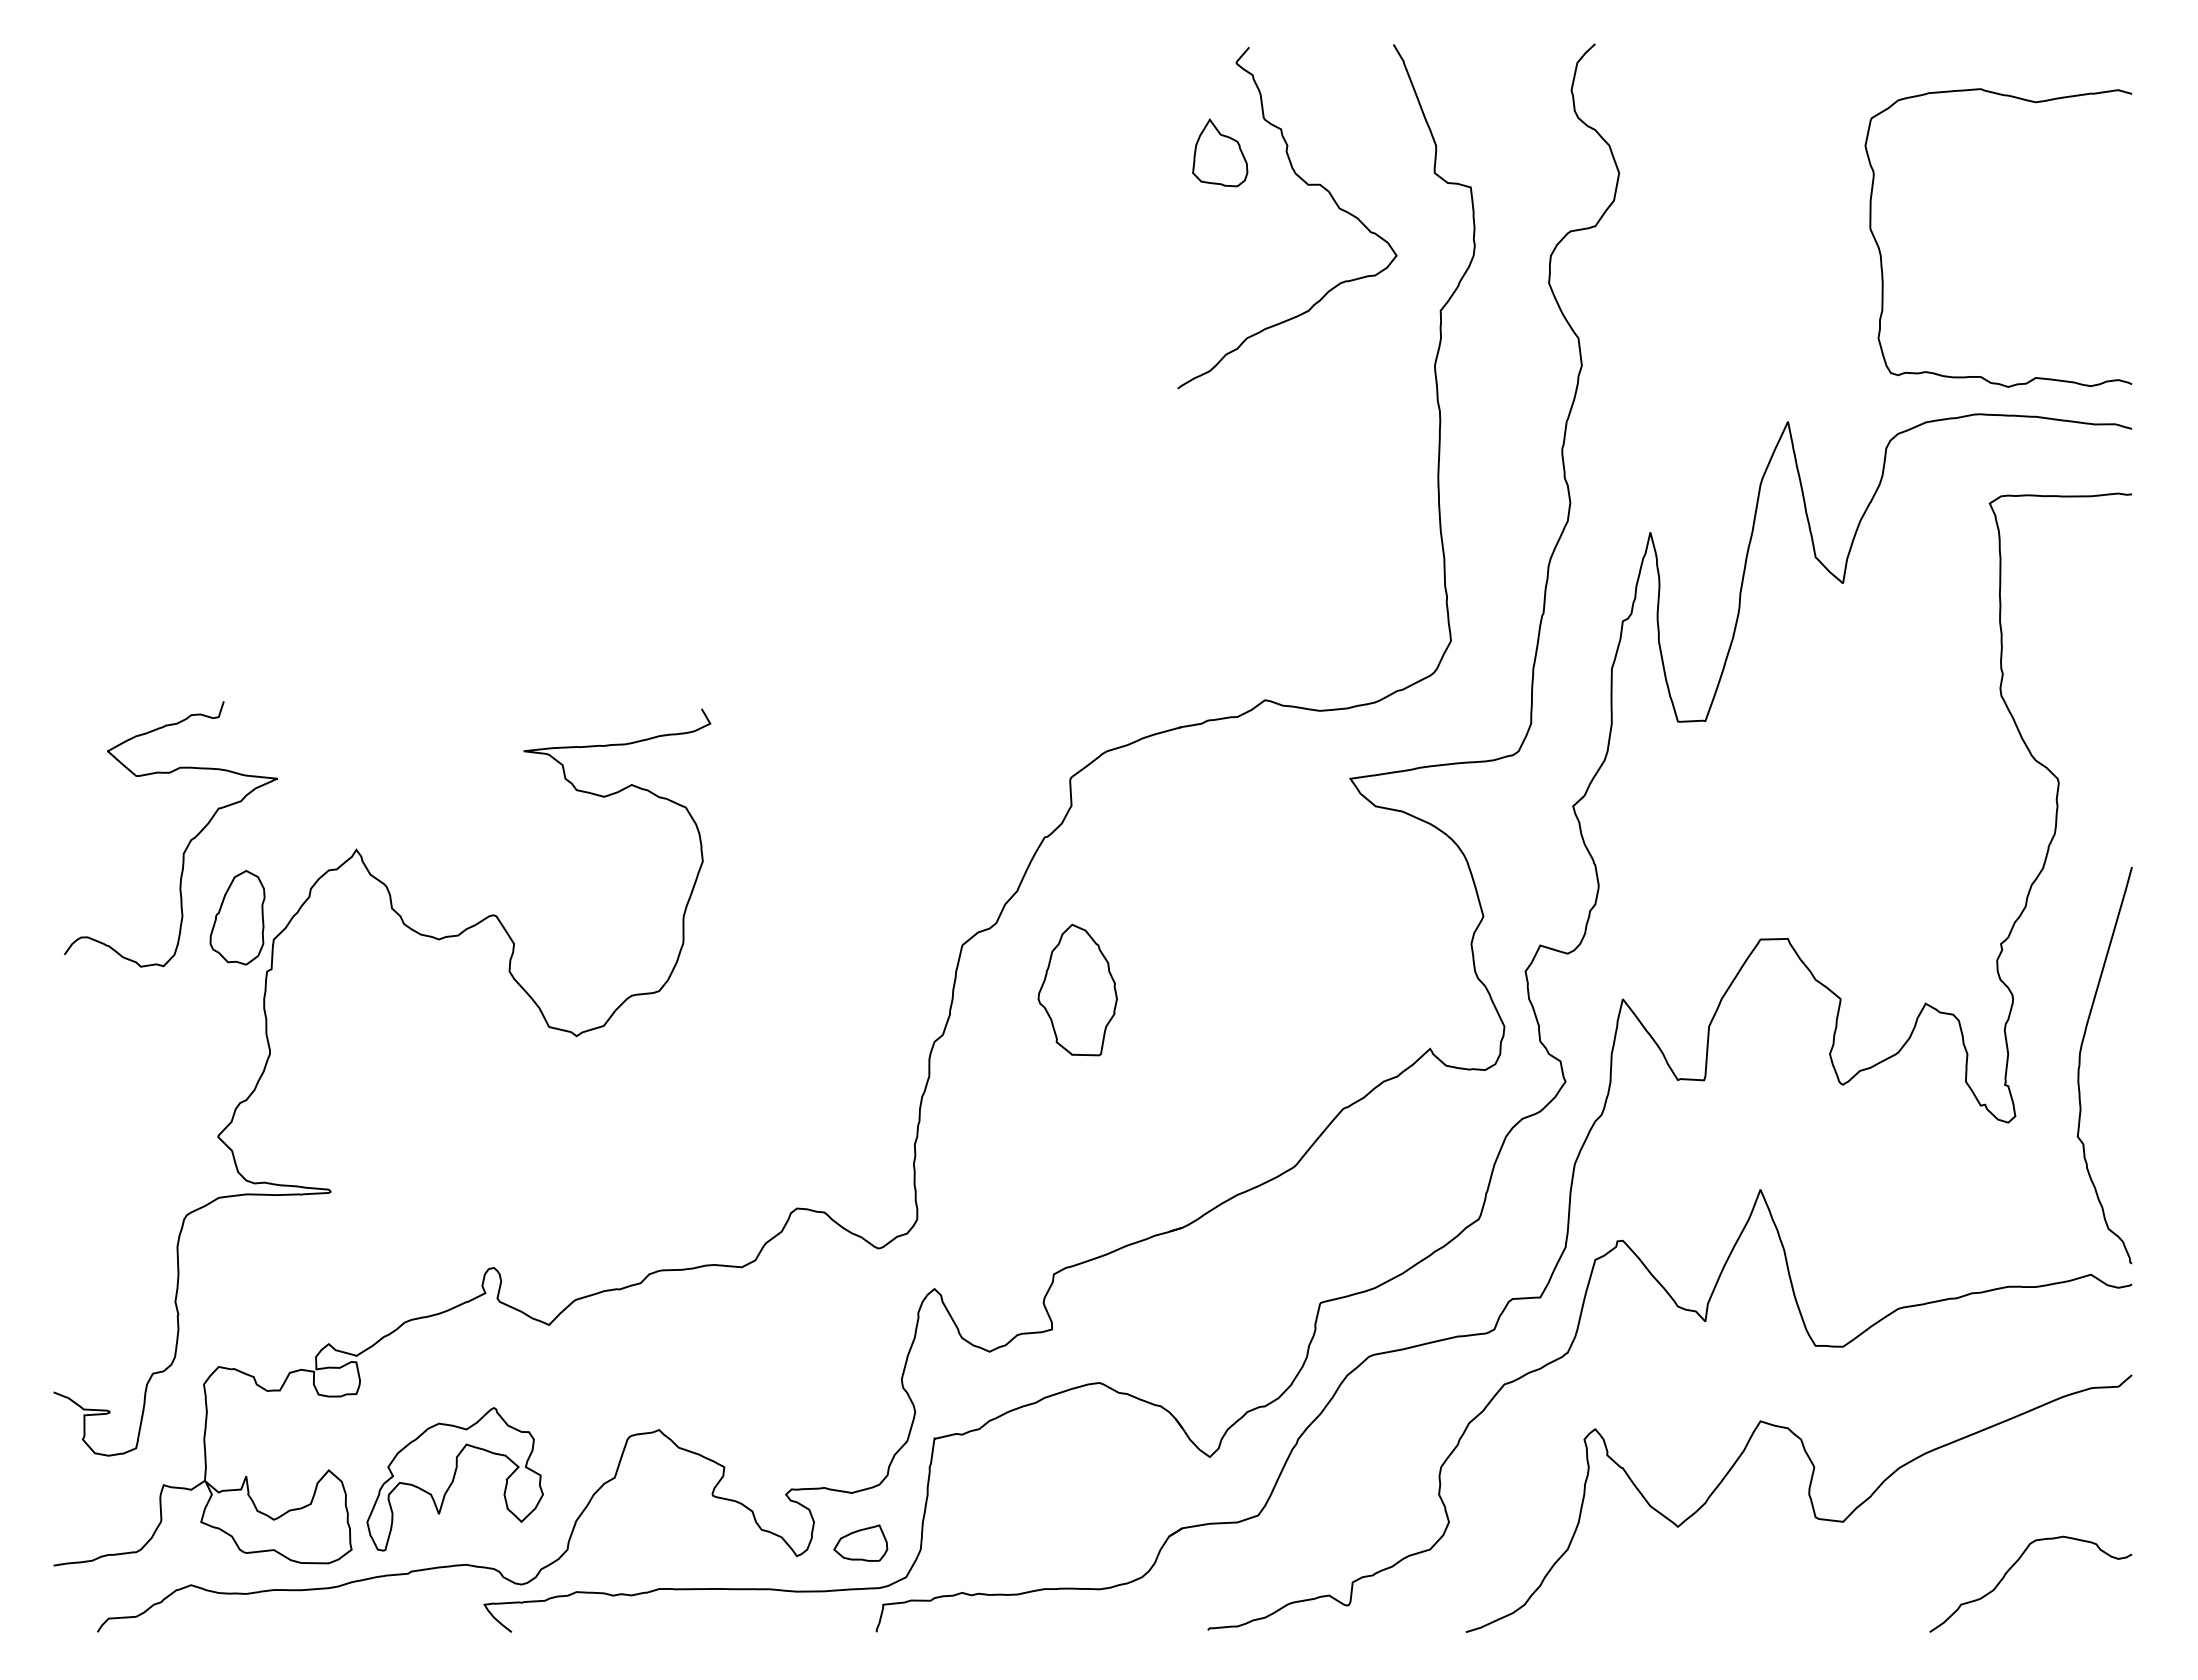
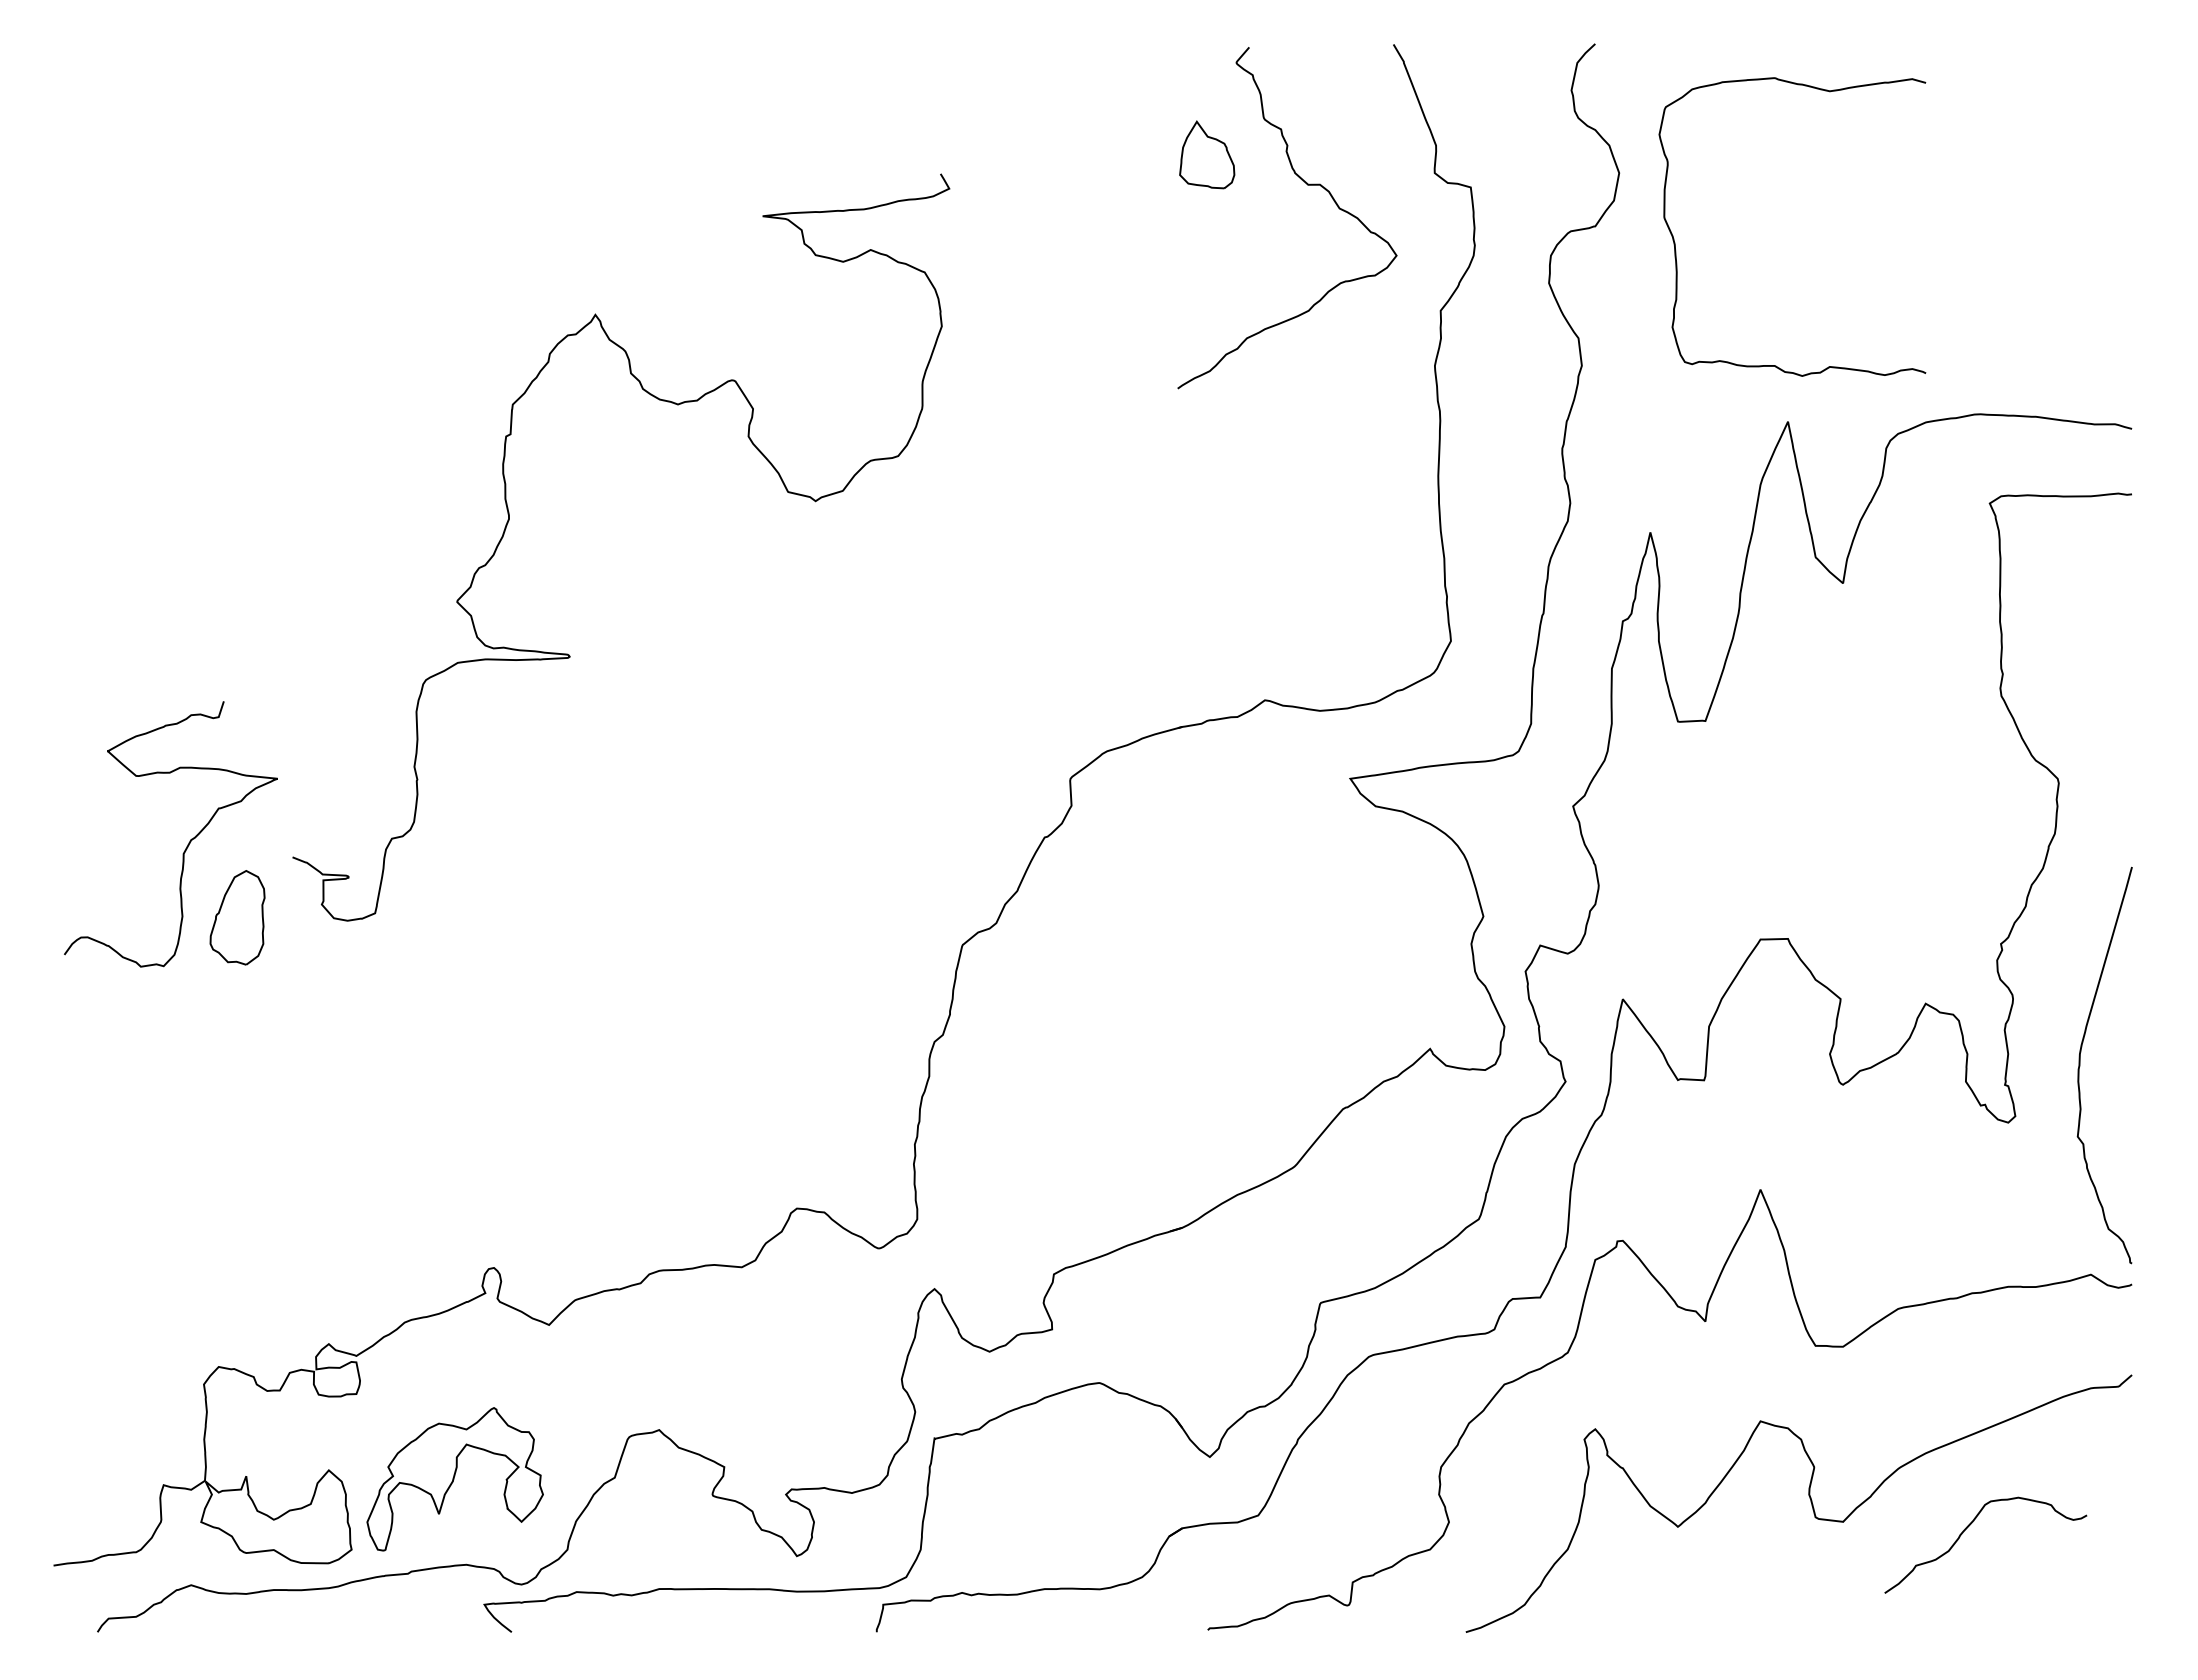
part at (1220, 152) position: (1220, 152) -> (1207, 154)
curve at (1881, 253) position: (1881, 253) -> (1675, 242)
part at (1077, 989): present -> none
curve at (270, 1055) position: (270, 1055) -> (509, 520)
part at (860, 1542): present -> none
curve at (2013, 1566) position: (2013, 1566) -> (1968, 1527)
